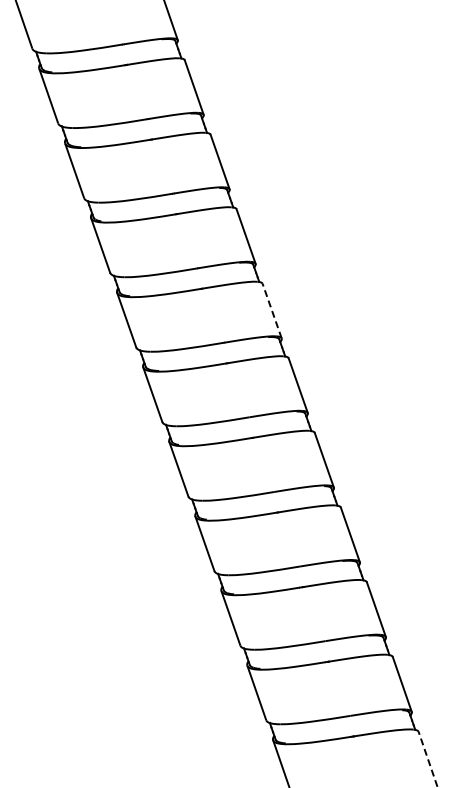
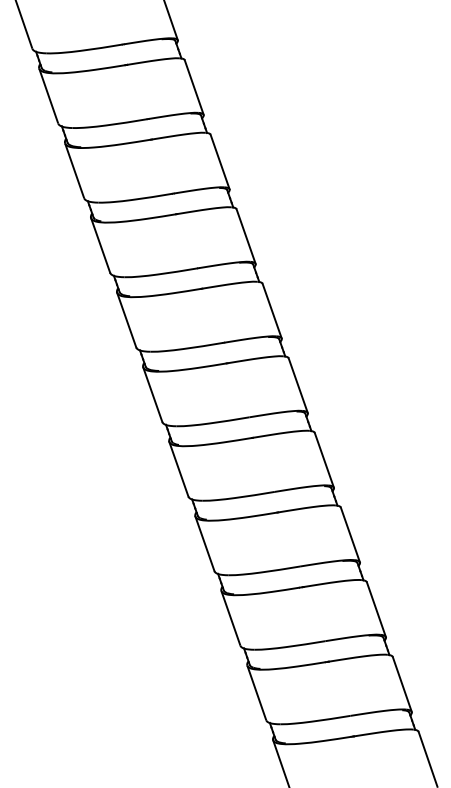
line at (272, 311): dashed -> solid
line at (427, 758): dashed -> solid
